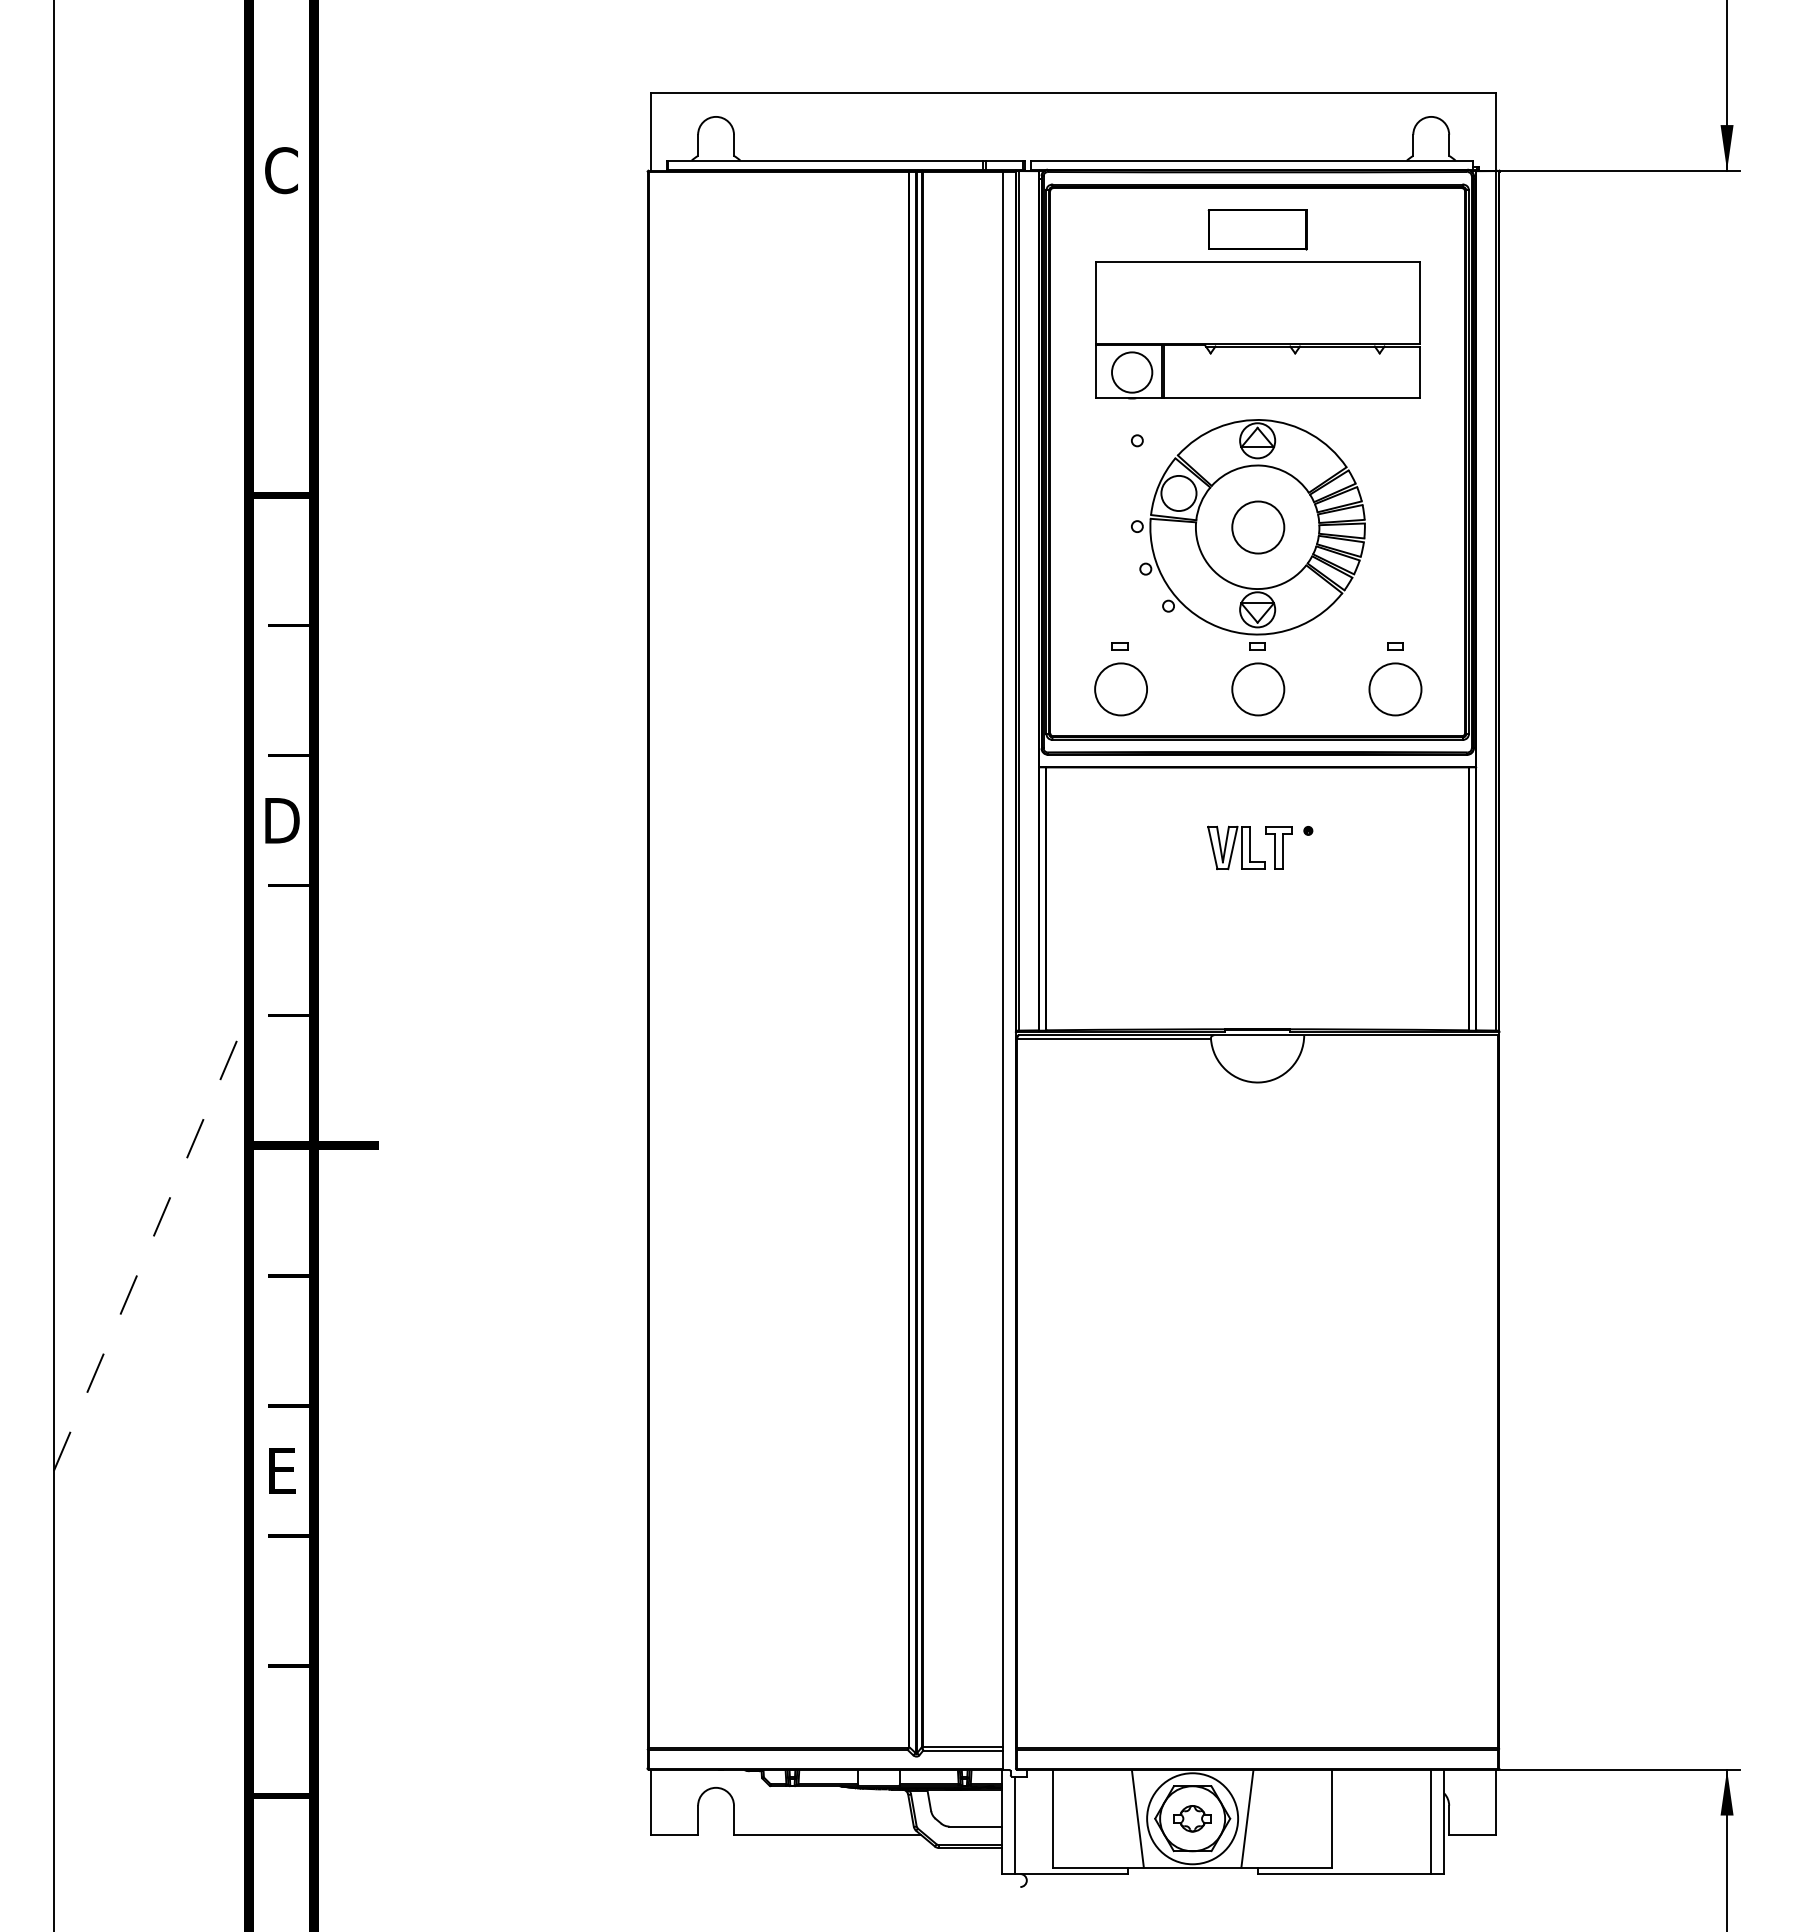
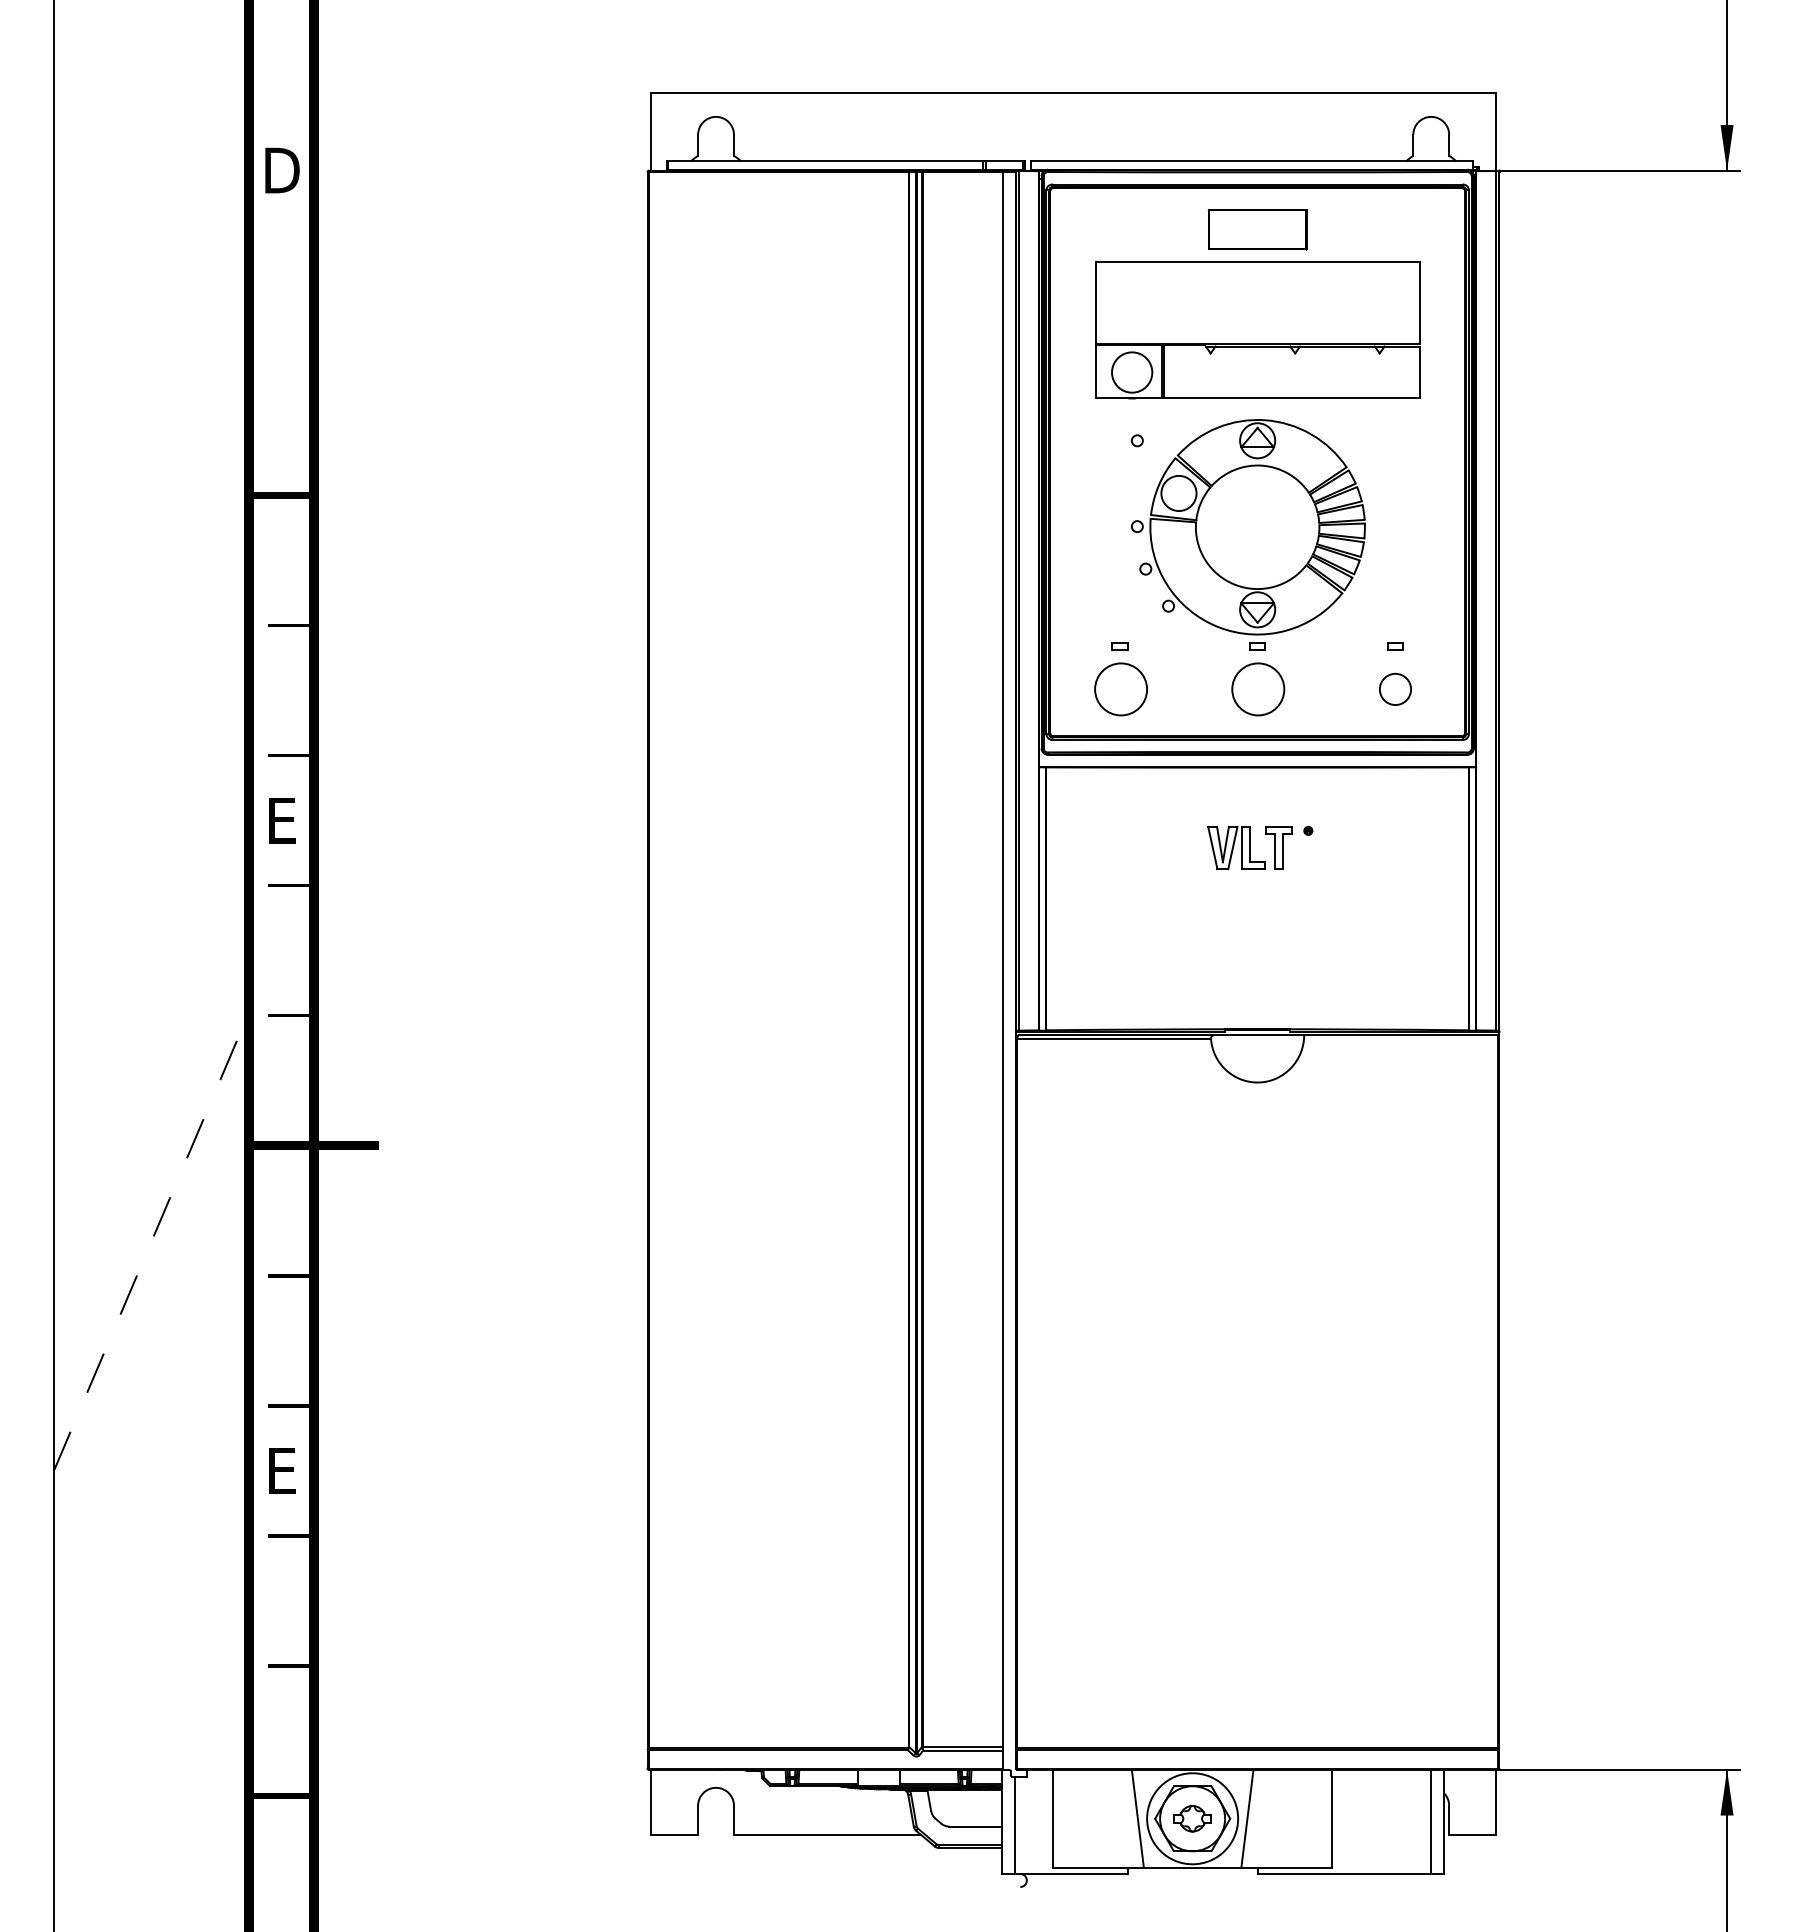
text at (282, 170): C -> D
circle at (1258, 527): present -> none
circle at (1395, 689) diameter: 52 px -> 31 px
text at (282, 820): D -> E
